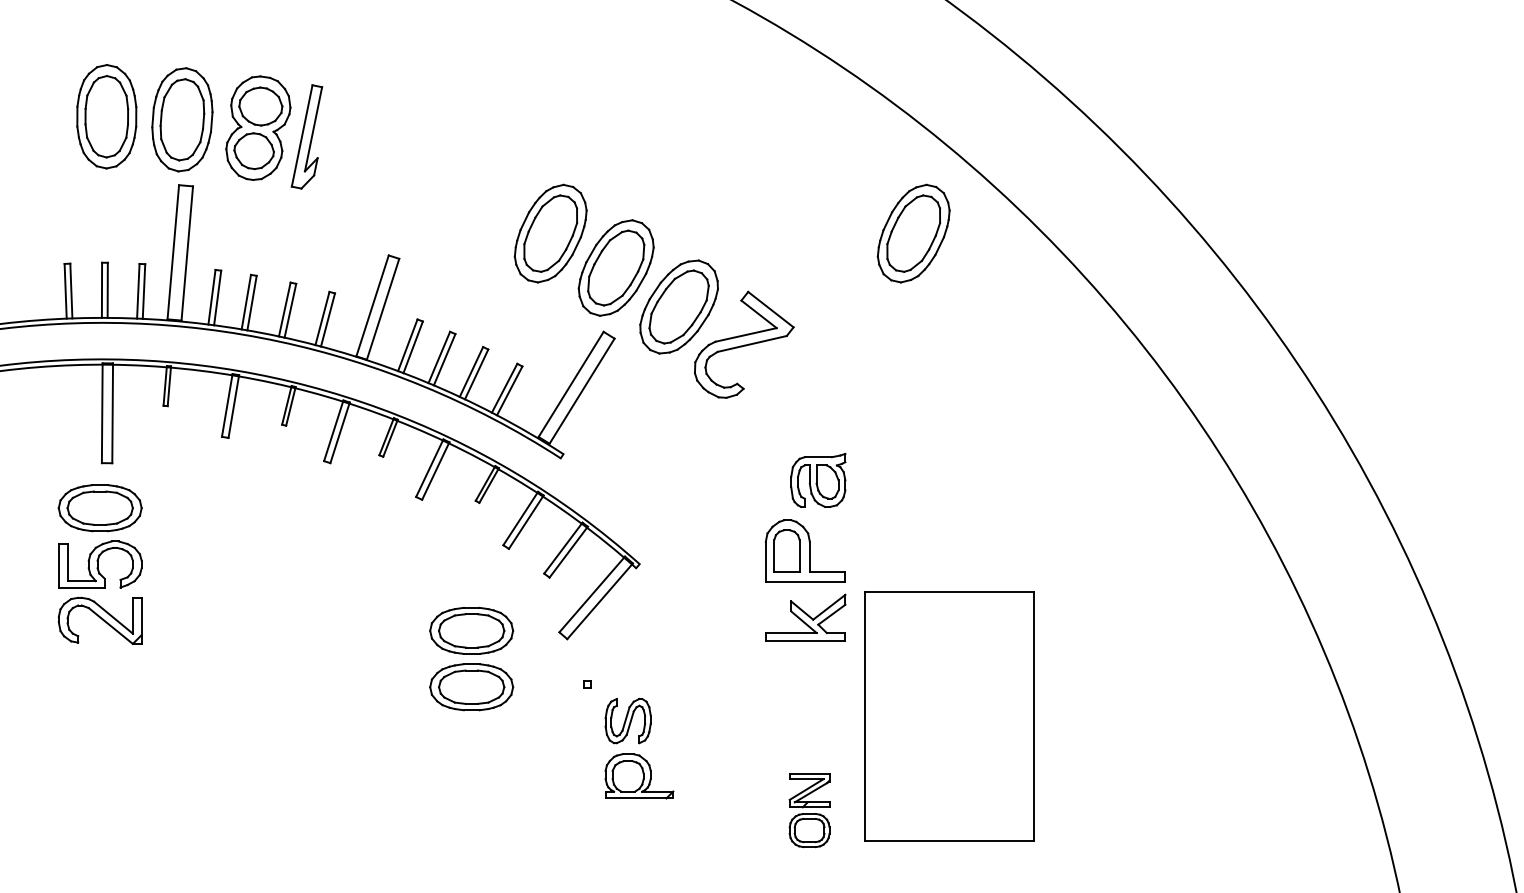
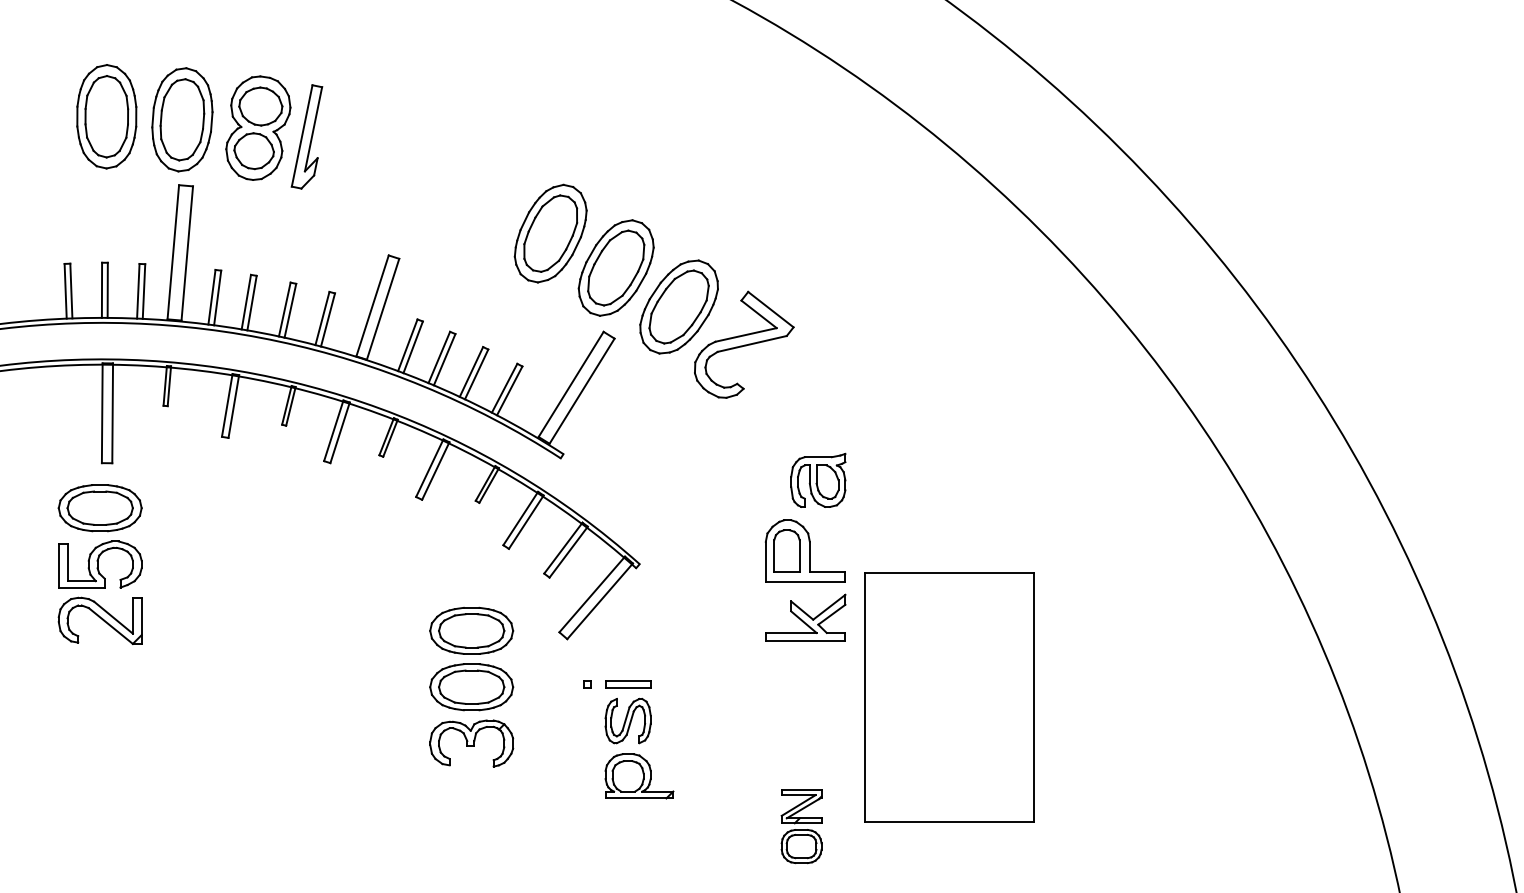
part at (913, 233): present -> none
part at (628, 684): none -> present
part at (949, 716) position: (949, 716) -> (949, 697)
part at (471, 743): none -> present
part at (809, 810) position: (809, 810) -> (801, 826)
